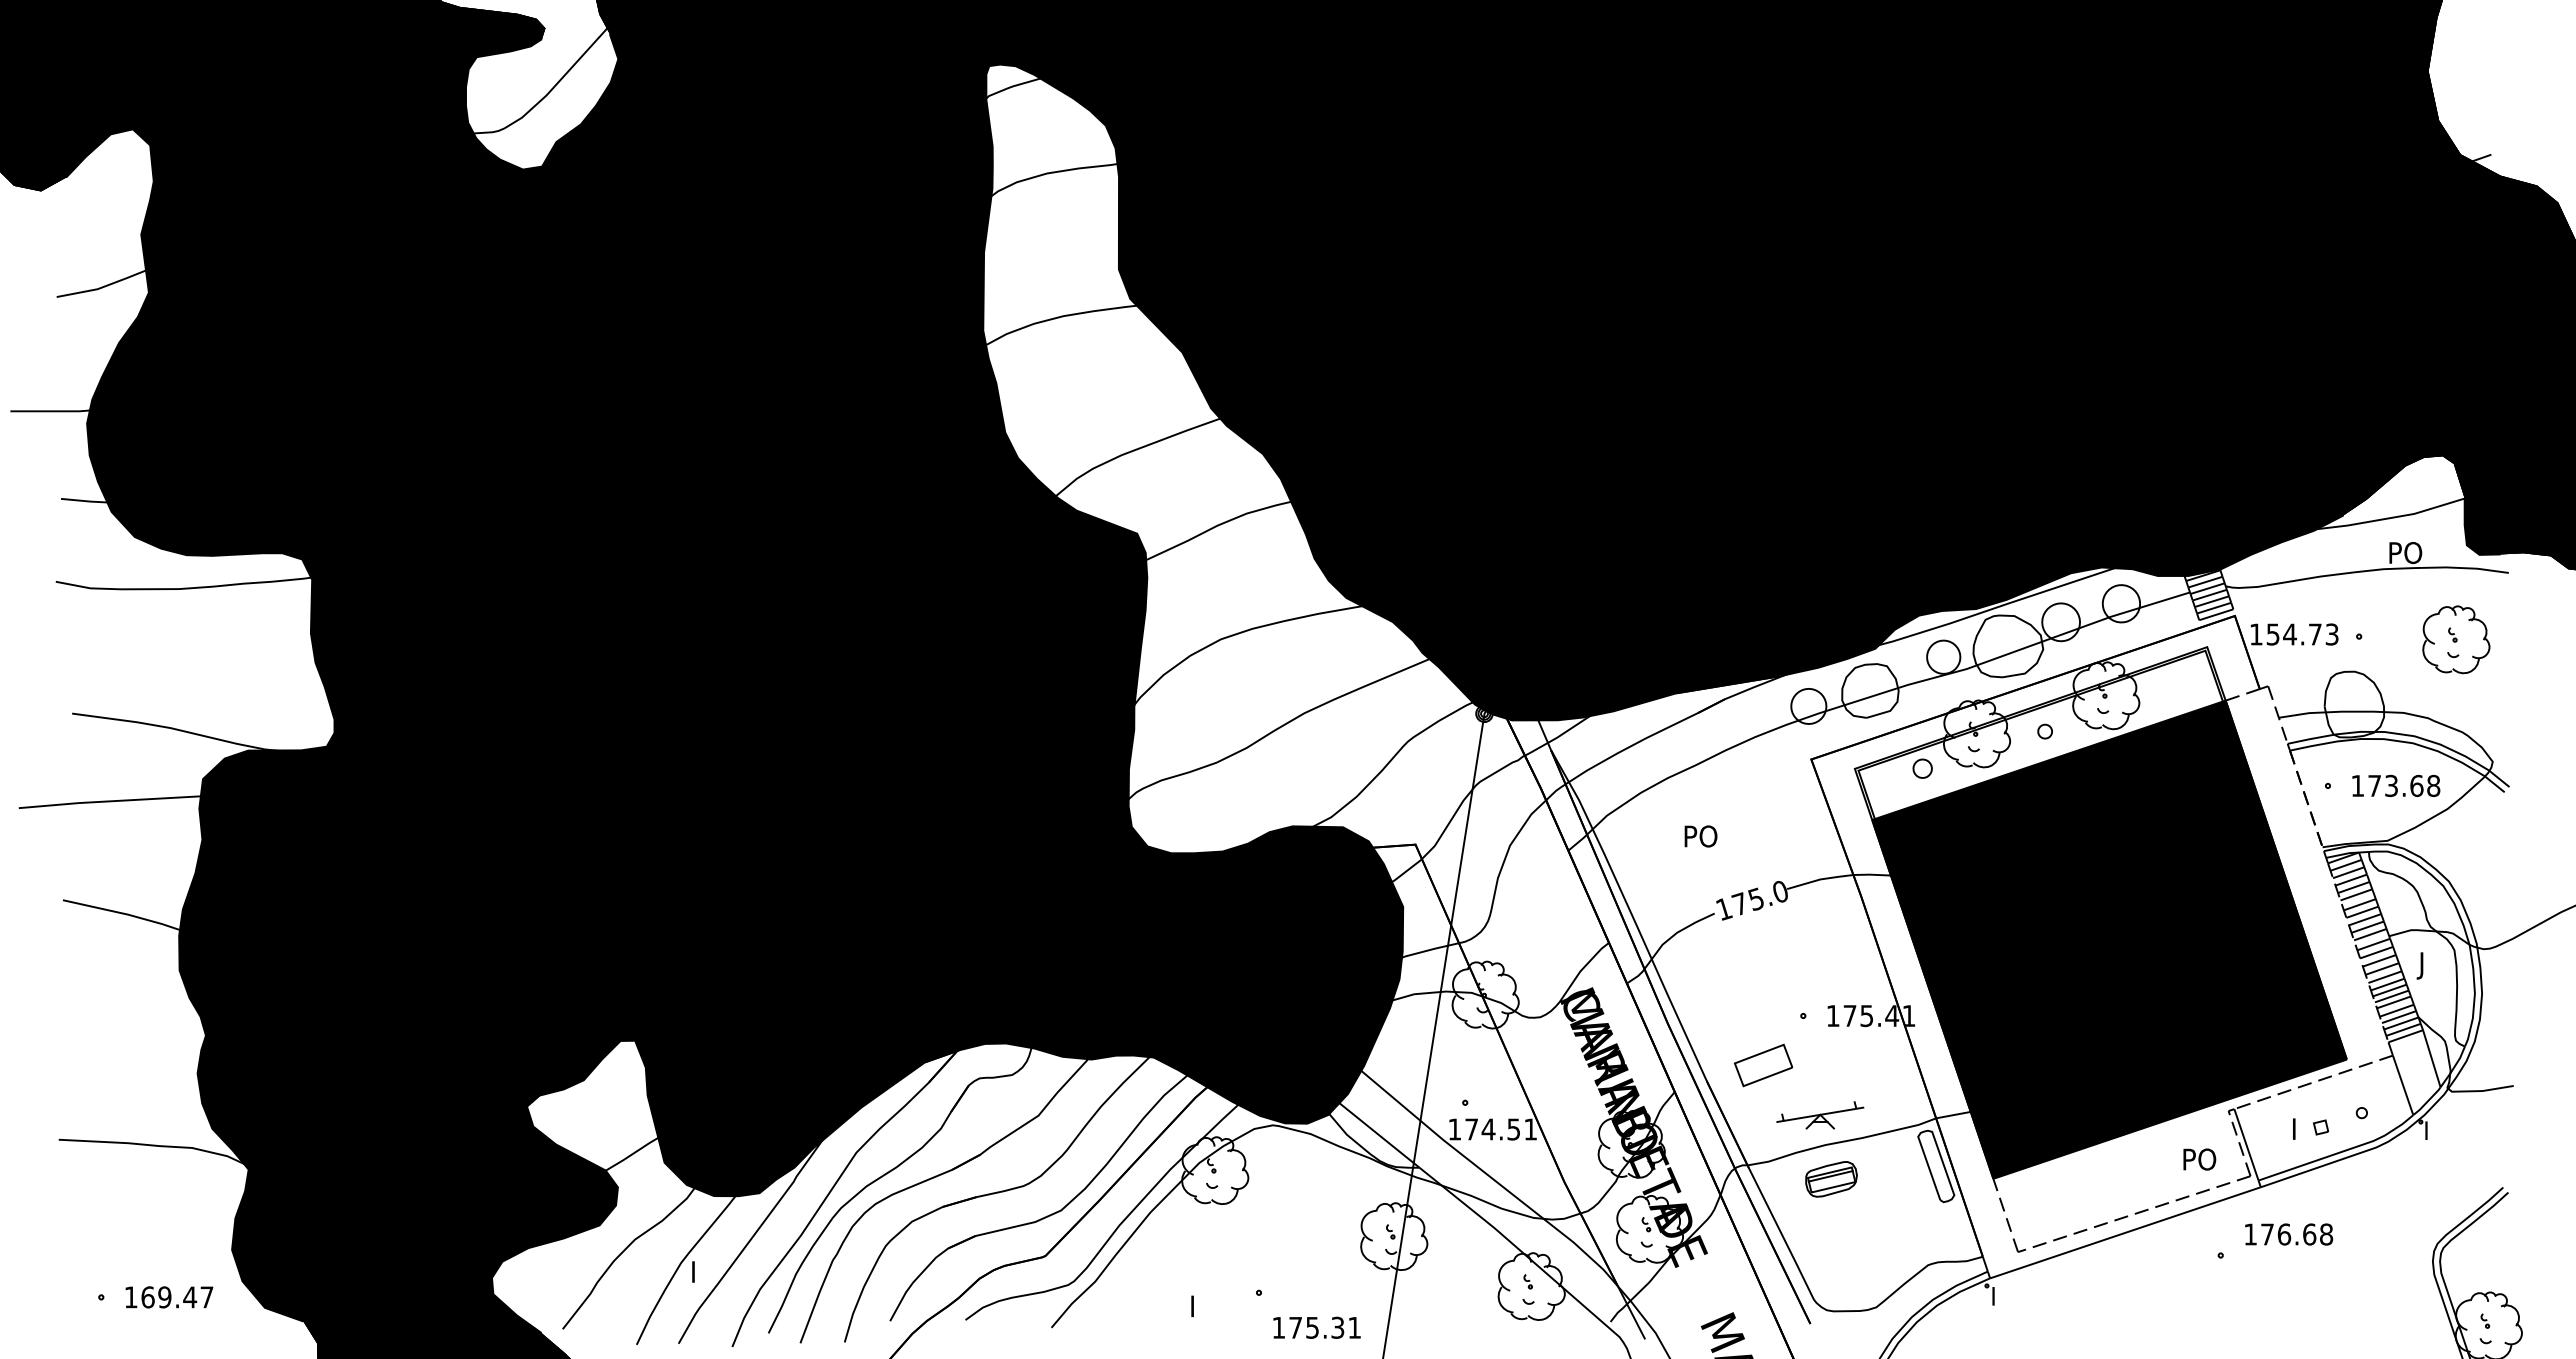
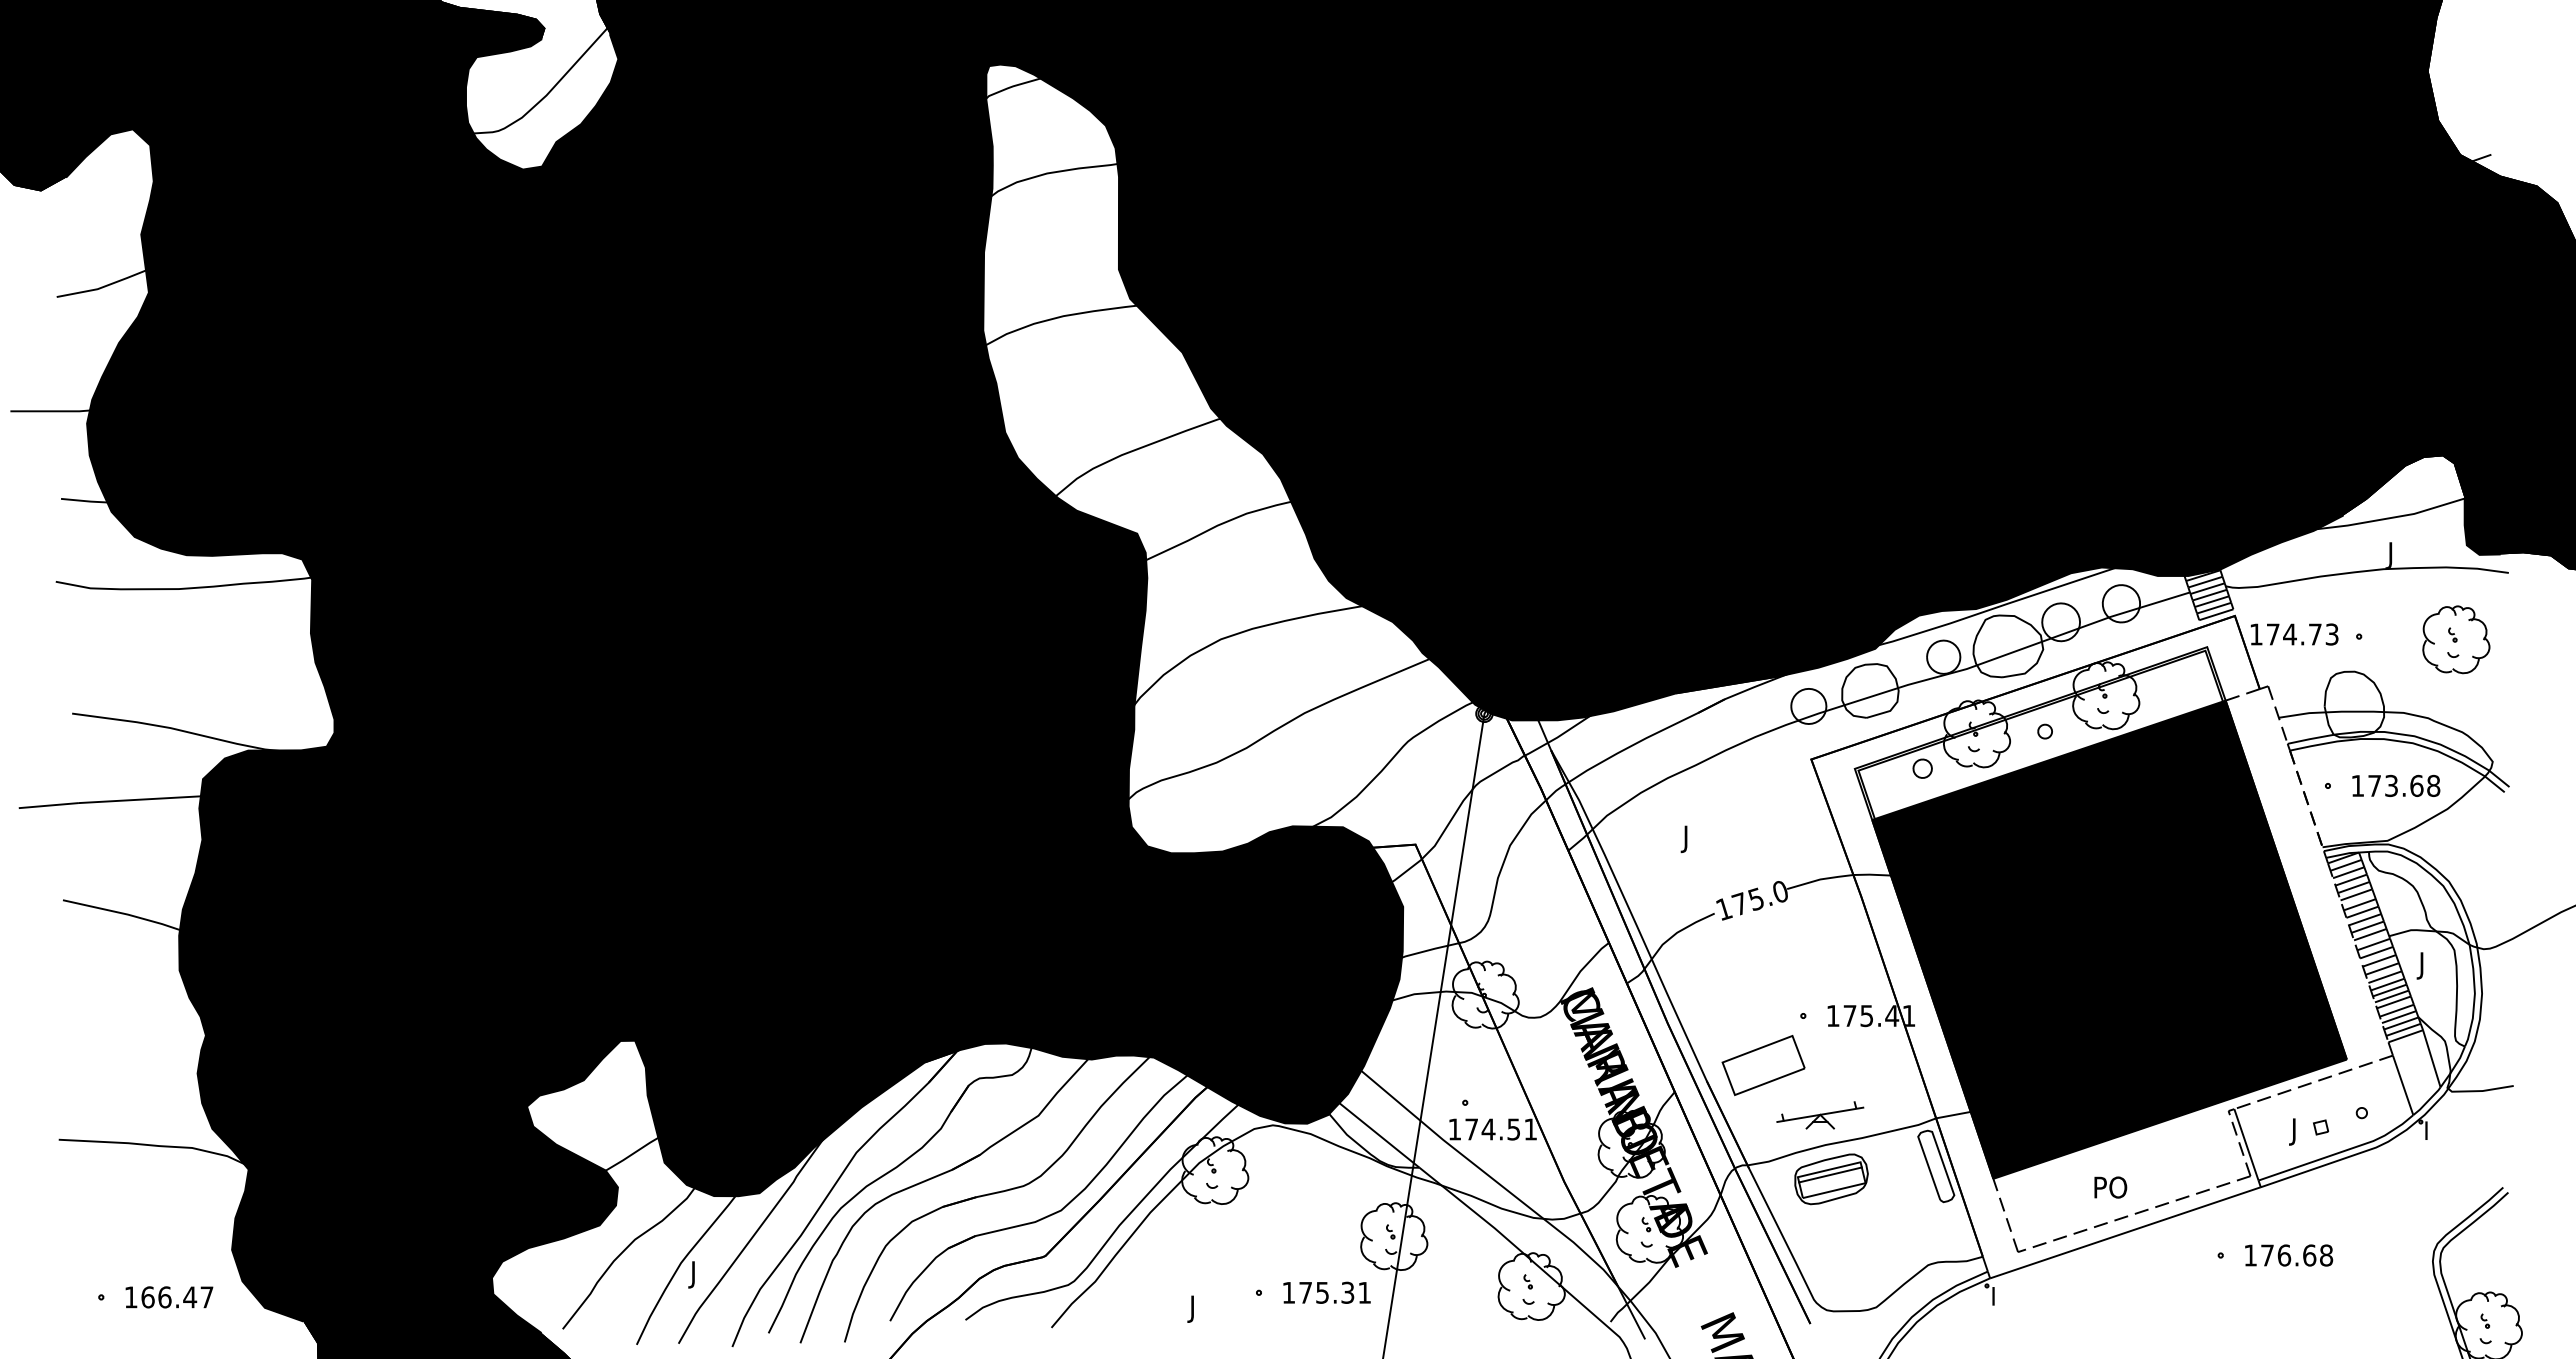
text at (2403, 555): PO -> J
text at (2272, 634): 154.73 -> 174.73
text at (1698, 839): PO -> J
part at (1763, 1065) size: 59x45 px -> 85x61 px
text at (2292, 1142): I -> J
text at (2199, 1159) position: (2199, 1159) -> (2110, 1187)
part at (1831, 1179) size: 53x37 px -> 75x53 px
text at (2289, 1234) position: (2289, 1234) -> (2289, 1255)
text at (691, 1285): I -> J
text at (164, 1297): 169.47 -> 166.47
text at (1190, 1319): I -> J
text at (1316, 1327) position: (1316, 1327) -> (1326, 1292)
